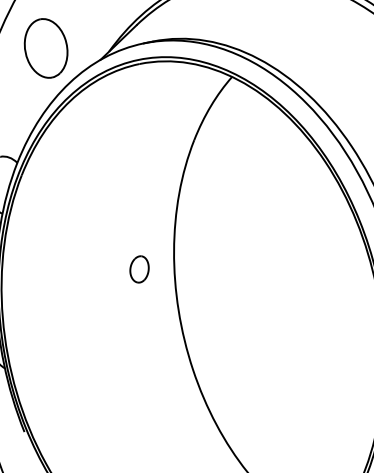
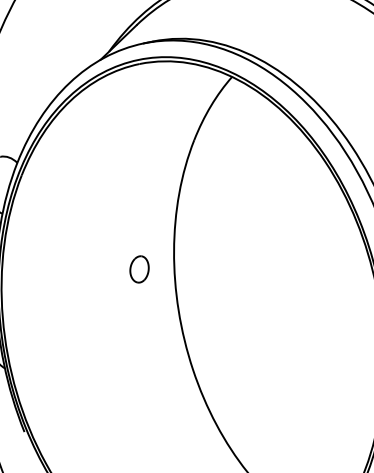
part at (45, 48): present -> none
